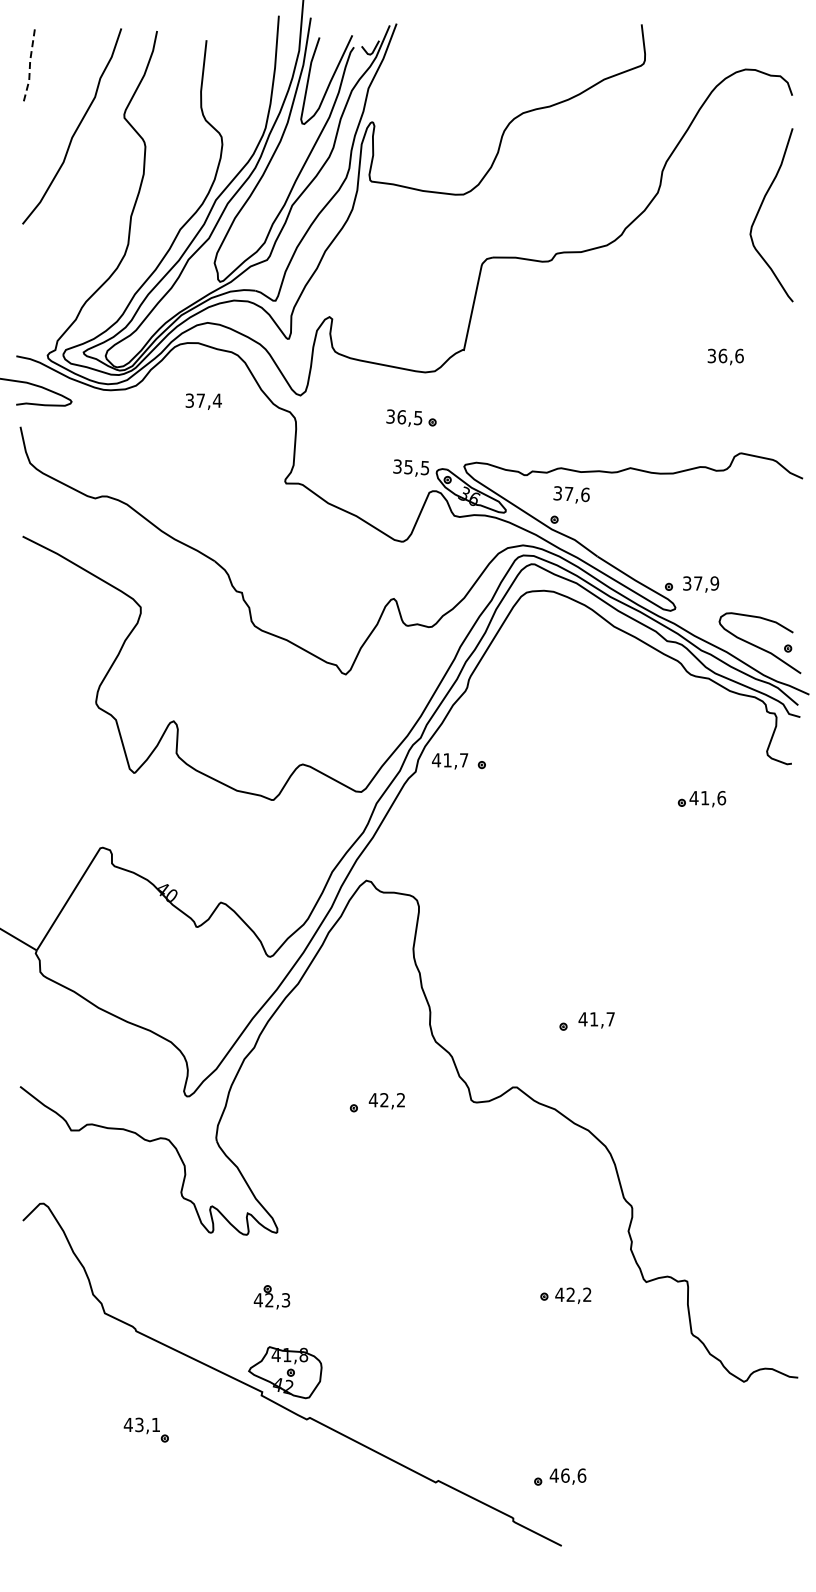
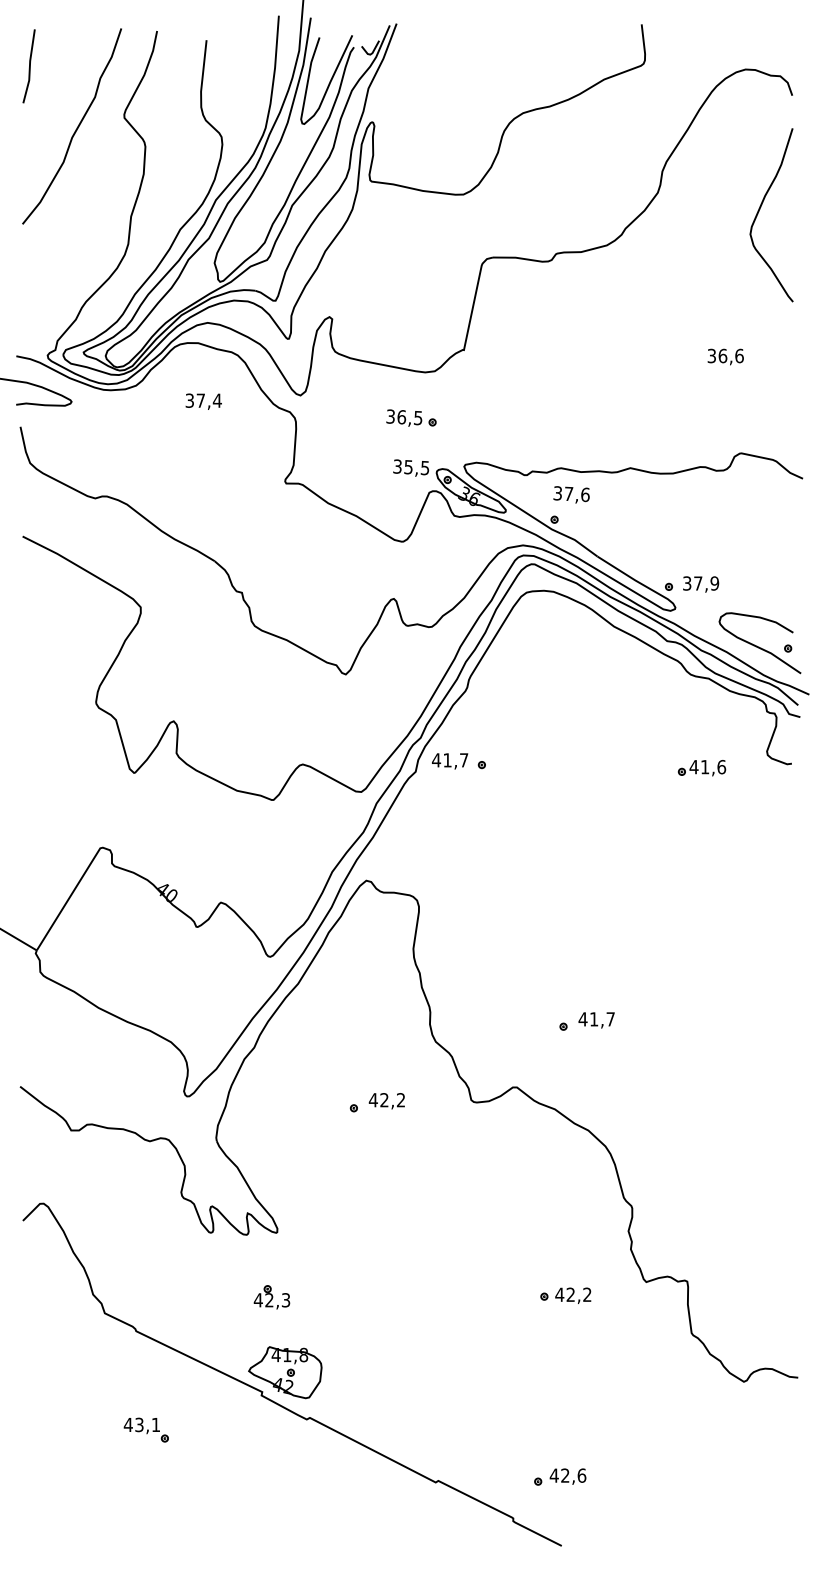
line at (29, 66): dashed -> solid
part at (701, 799) position: (701, 799) -> (701, 768)
text at (565, 1475): 46,6 -> 42,6
